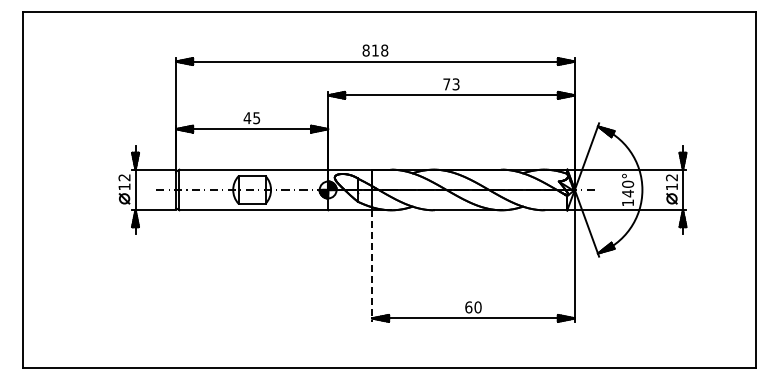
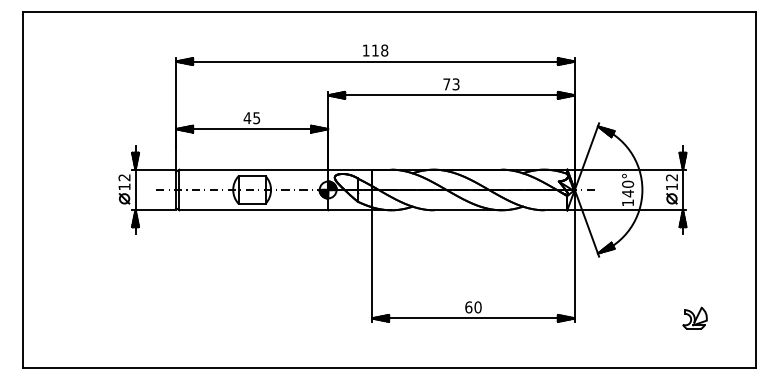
text at (365, 50): 818 -> 118
line at (372, 266): dashed -> solid
part at (694, 317): none -> present
